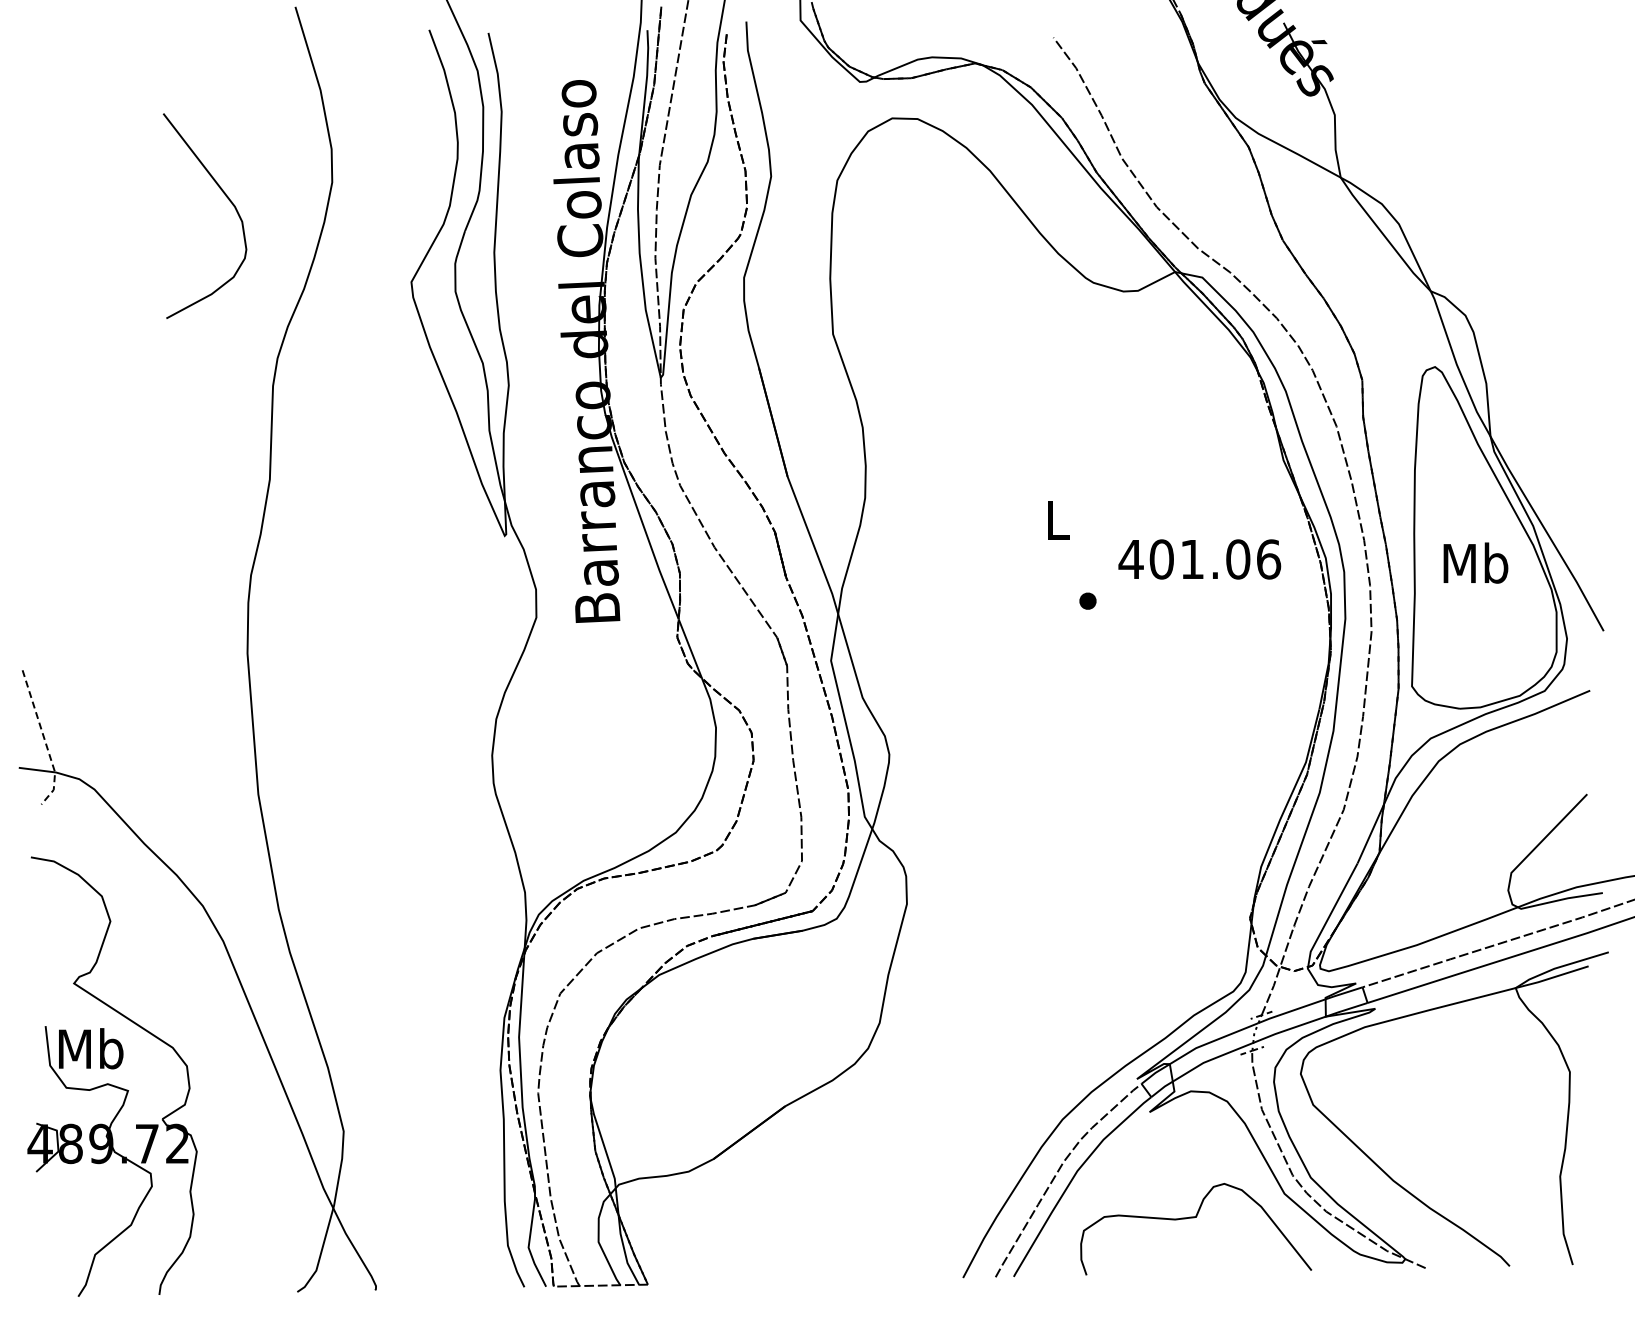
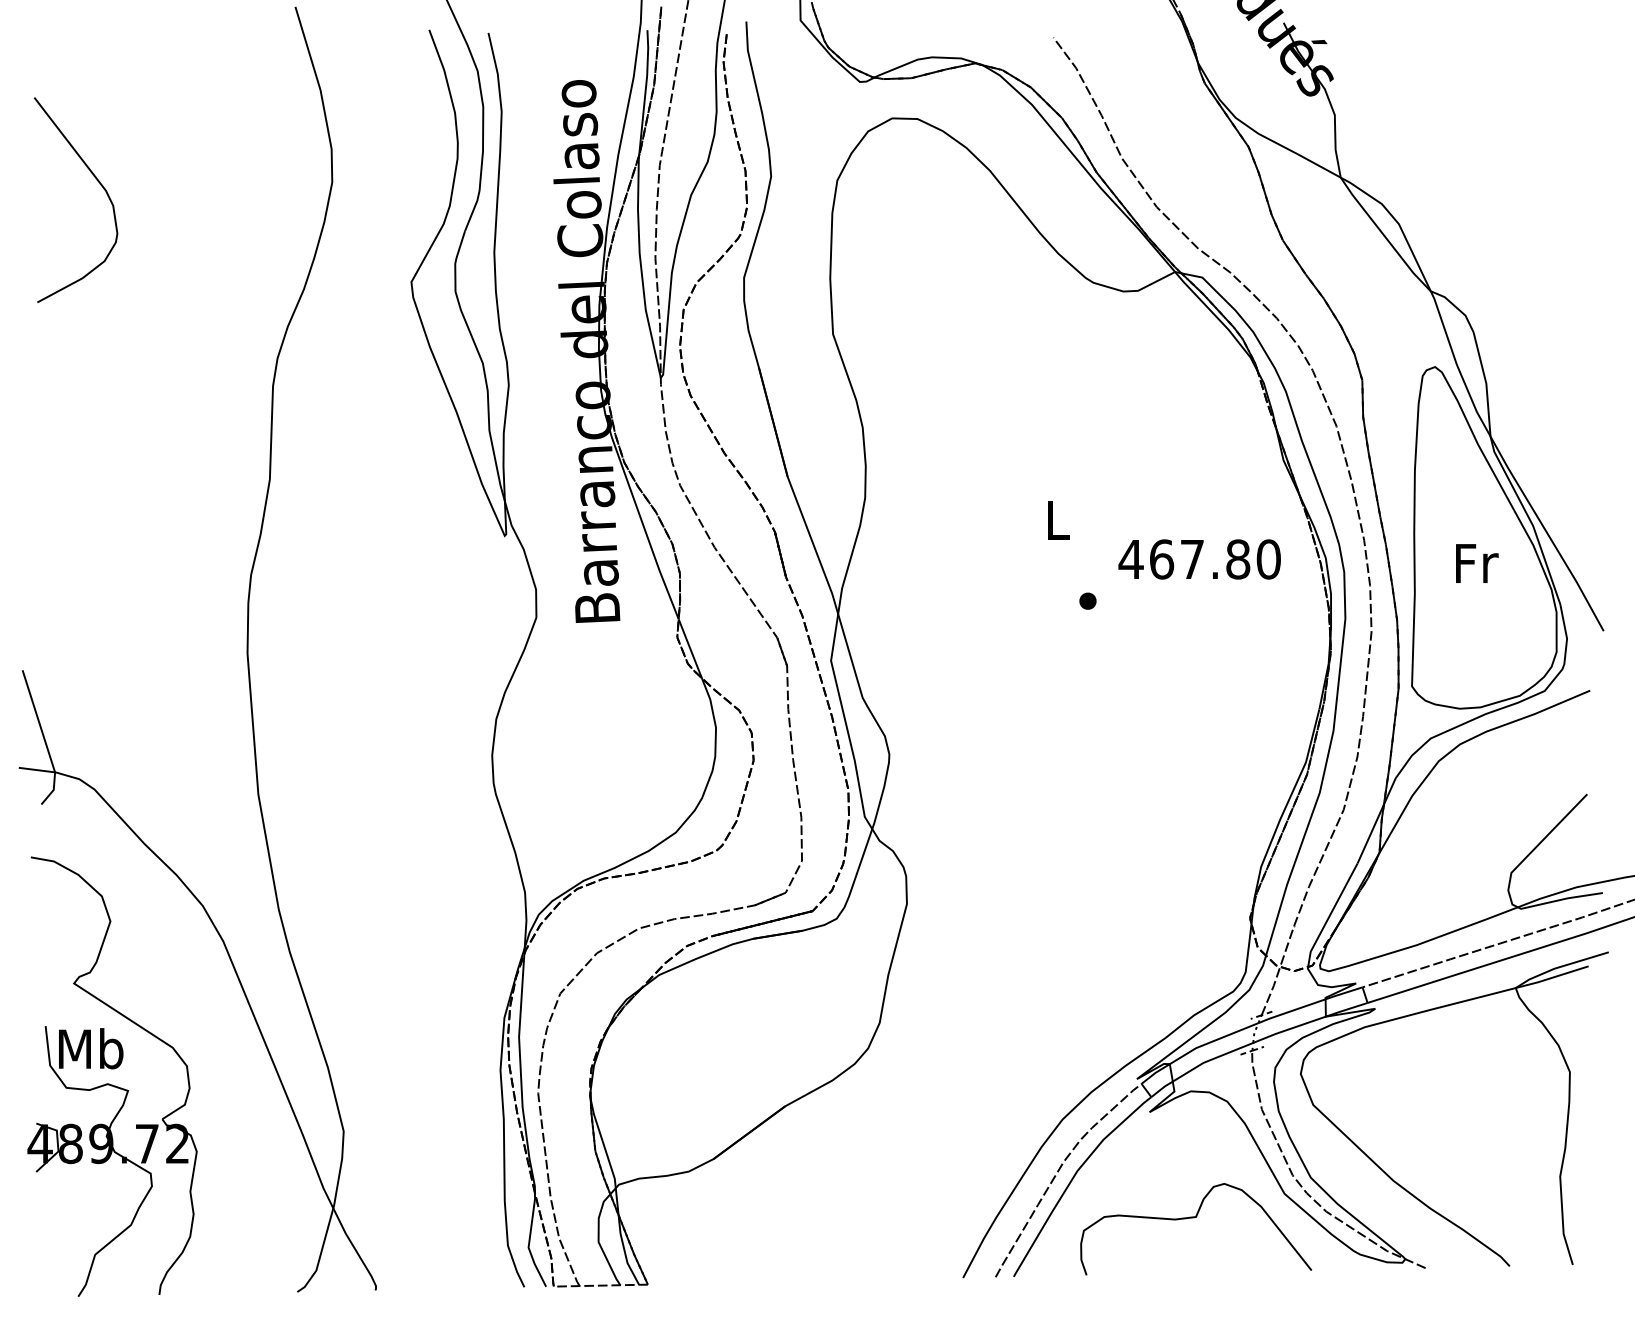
curve at (225, 196) position: (225, 196) -> (96, 180)
text at (1215, 559): 401.06 -> 467.80
text at (1475, 562): Mb -> Fr
line at (44, 740): dashed -> solid
